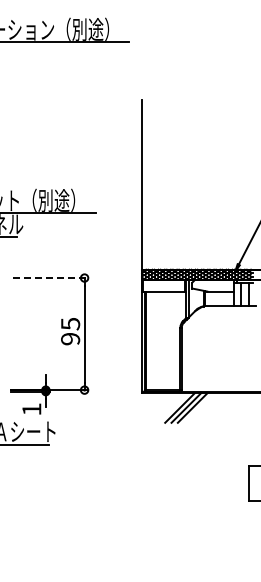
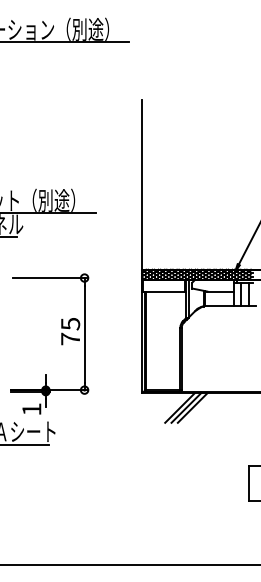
line at (50, 278): dashed -> solid
text at (70, 338): 95 -> 75
line at (129, 564): none -> present
